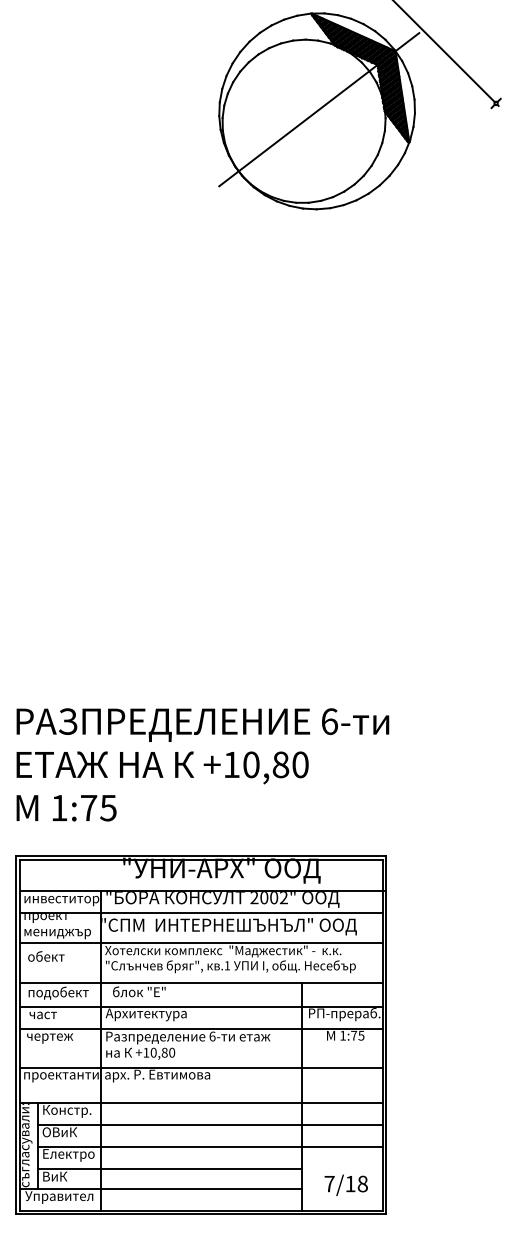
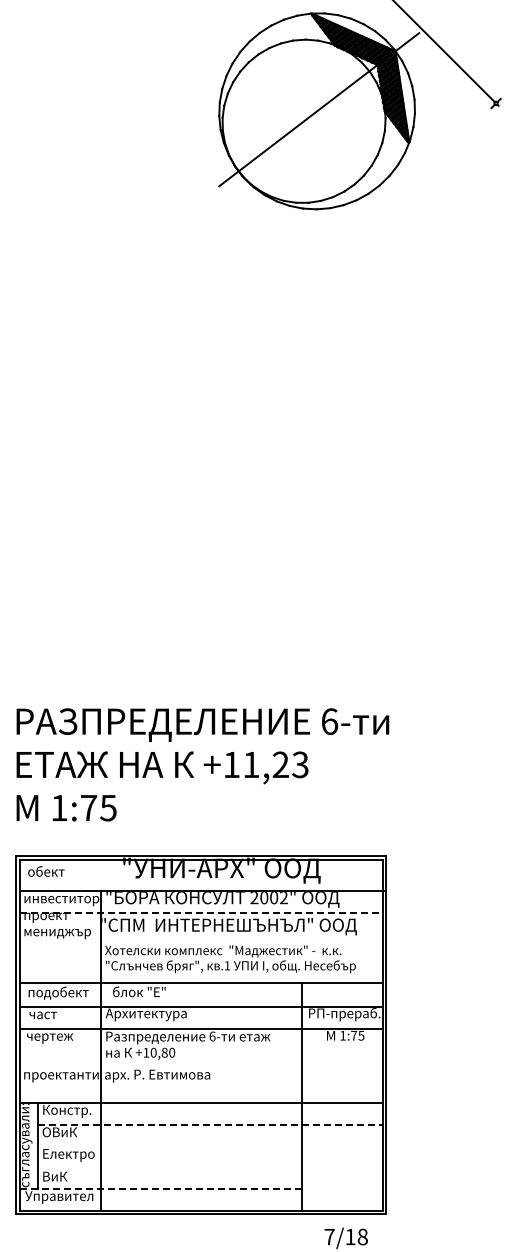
text at (275, 764): +10,80 -> +11,23
line at (202, 913): solid -> dashed
line at (201, 943): present -> none
text at (46, 956) position: (46, 956) -> (46, 871)
line at (201, 1068): present -> none
line at (210, 1124): solid -> dashed
line at (210, 1146): present -> none
line at (169, 1169): present -> none
text at (345, 1184) position: (345, 1184) -> (345, 1237)
line at (161, 1189): solid -> dashed
